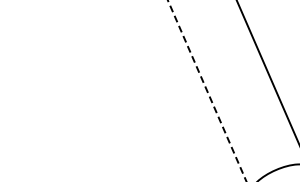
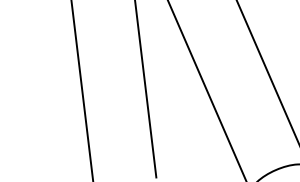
line at (145, 89): none -> present
line at (81, 90): none -> present
line at (207, 91): dashed -> solid
